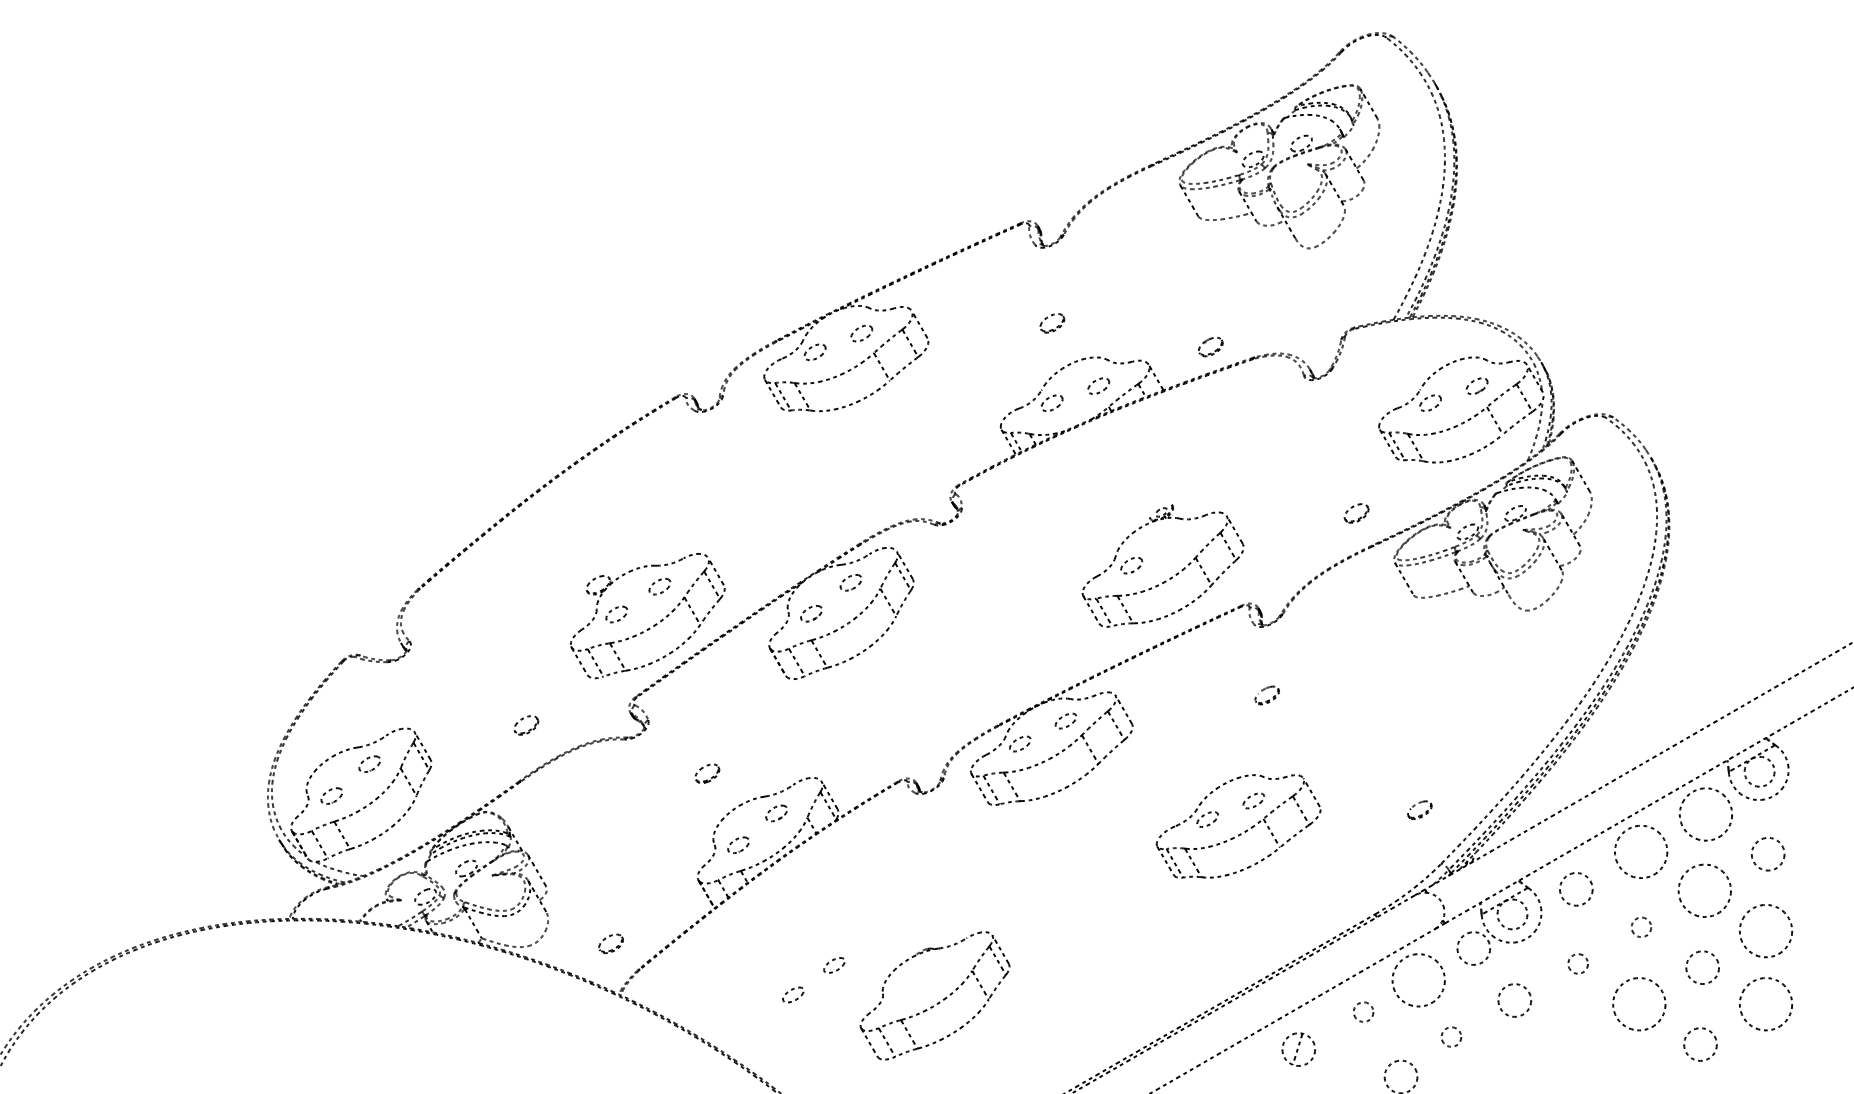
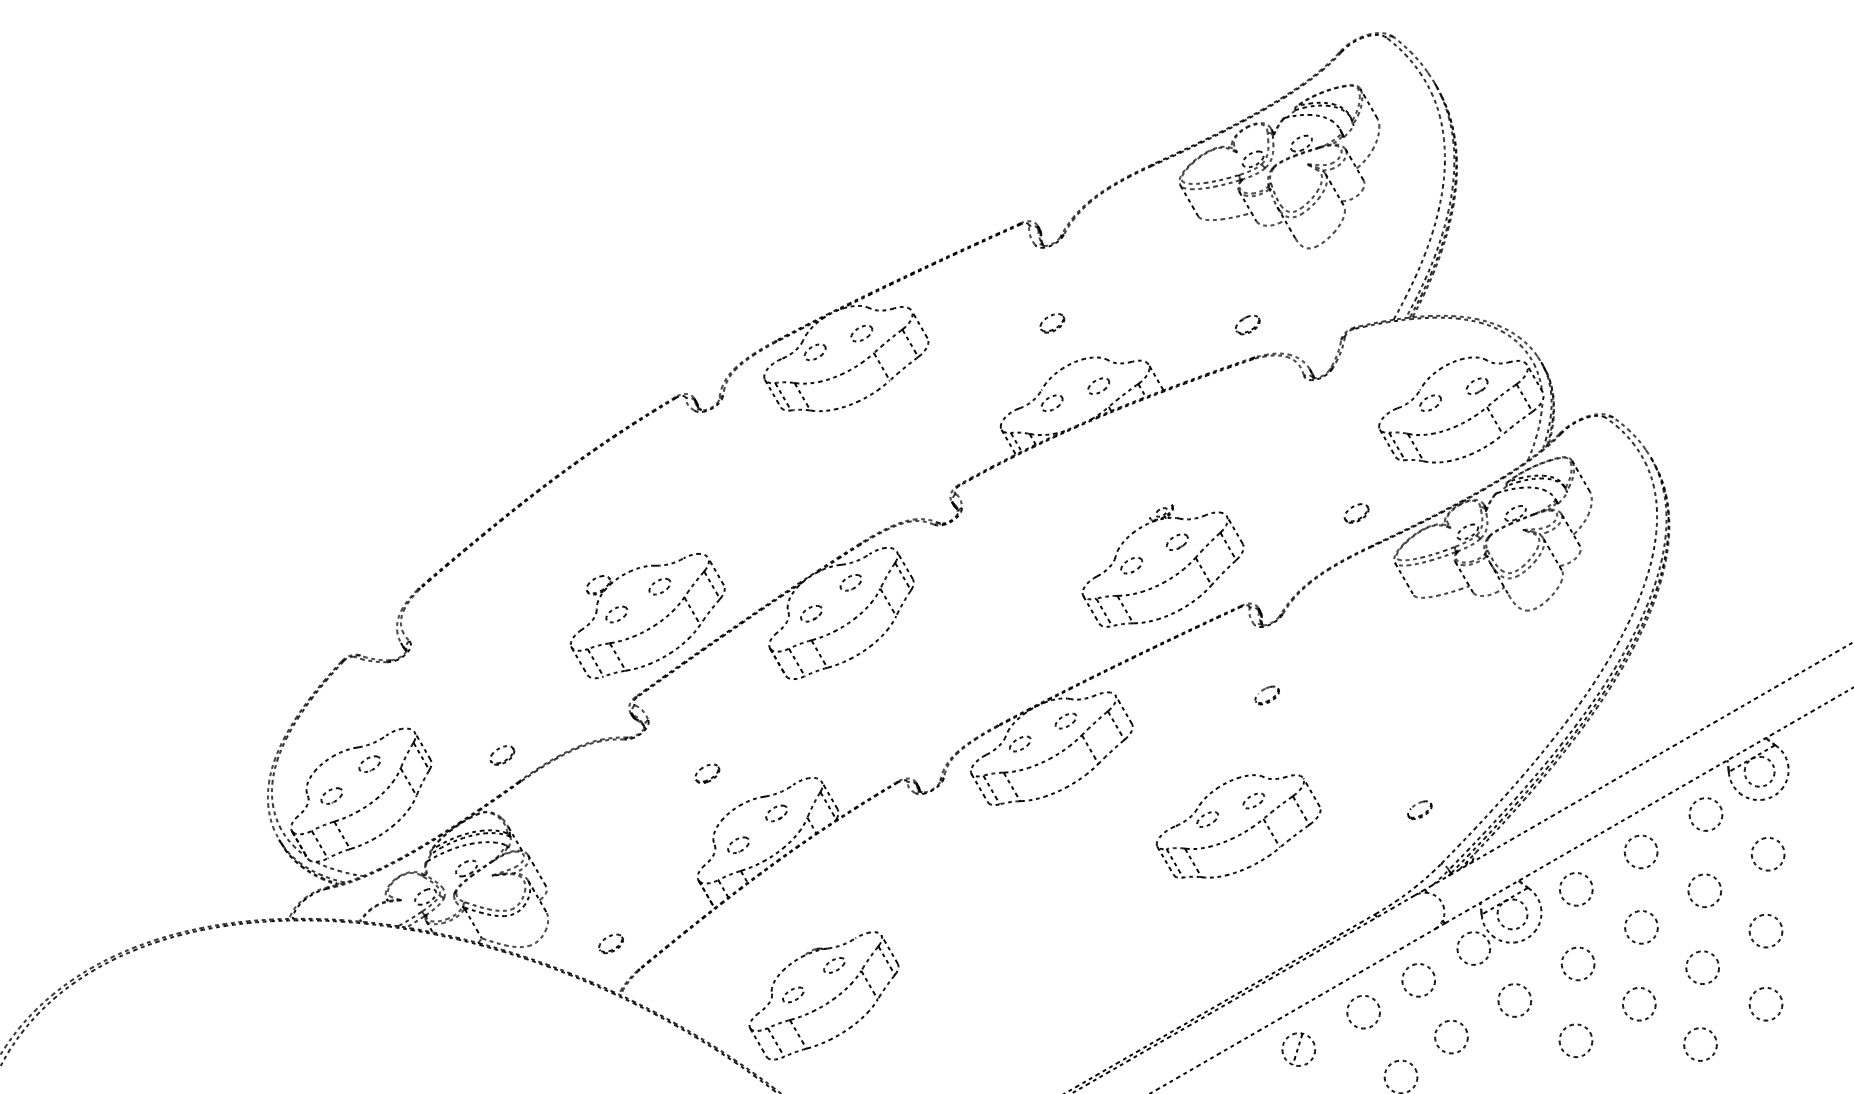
part at (1210, 346) position: (1210, 346) -> (1247, 324)
part at (1176, 541): none -> present
part at (526, 725) position: (526, 725) -> (502, 755)
circle at (1705, 814) diameter: 52 px -> 33 px
circle at (1640, 851) diameter: 52 px -> 33 px
circle at (1704, 890) diameter: 52 px -> 33 px
circle at (1641, 927) diameter: 20 px -> 33 px
circle at (1765, 930) diameter: 52 px -> 33 px
circle at (1577, 963) diameter: 20 px -> 33 px
circle at (1418, 980) diameter: 52 px -> 33 px
part at (937, 1002) position: (937, 1002) -> (826, 1002)
circle at (1639, 1004) diameter: 52 px -> 33 px
circle at (1765, 1004) diameter: 52 px -> 33 px
circle at (1363, 1011) diameter: 20 px -> 33 px
circle at (1451, 1036) diameter: 20 px -> 33 px
circle at (1575, 1040): none -> present
